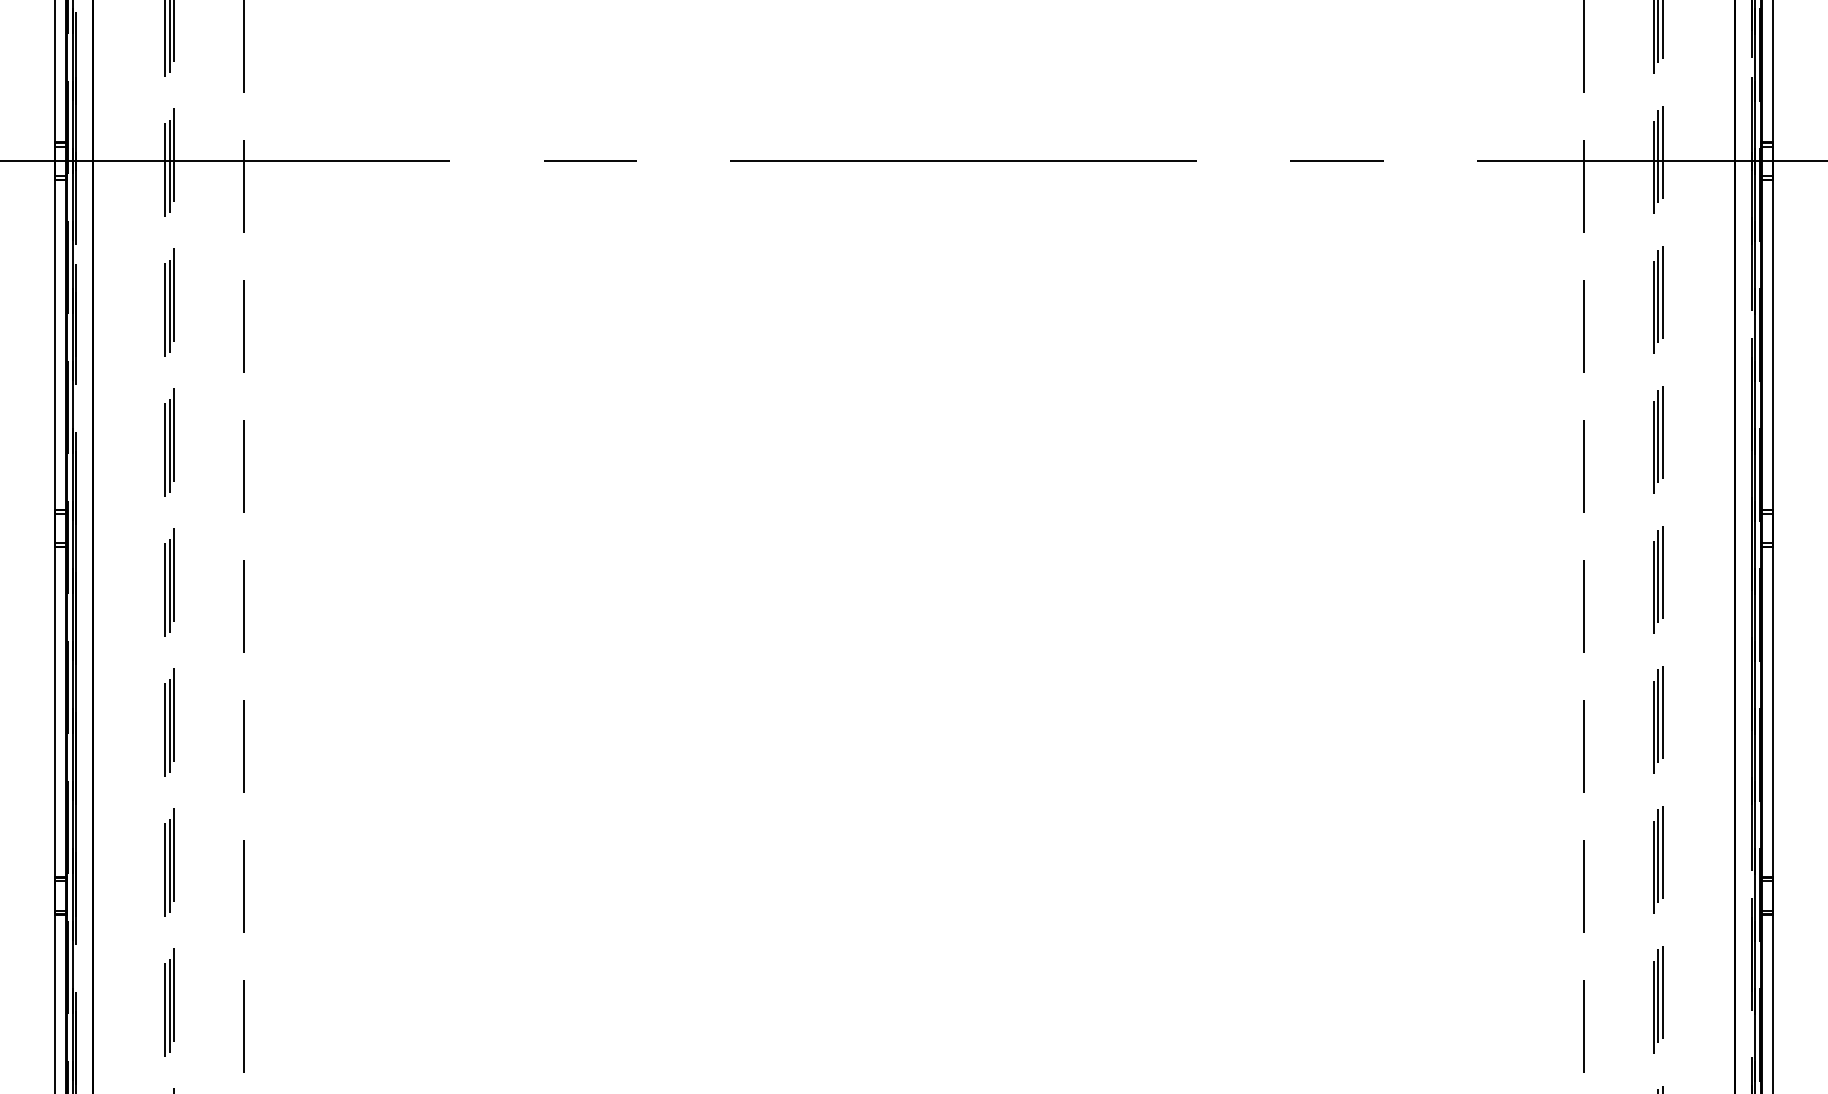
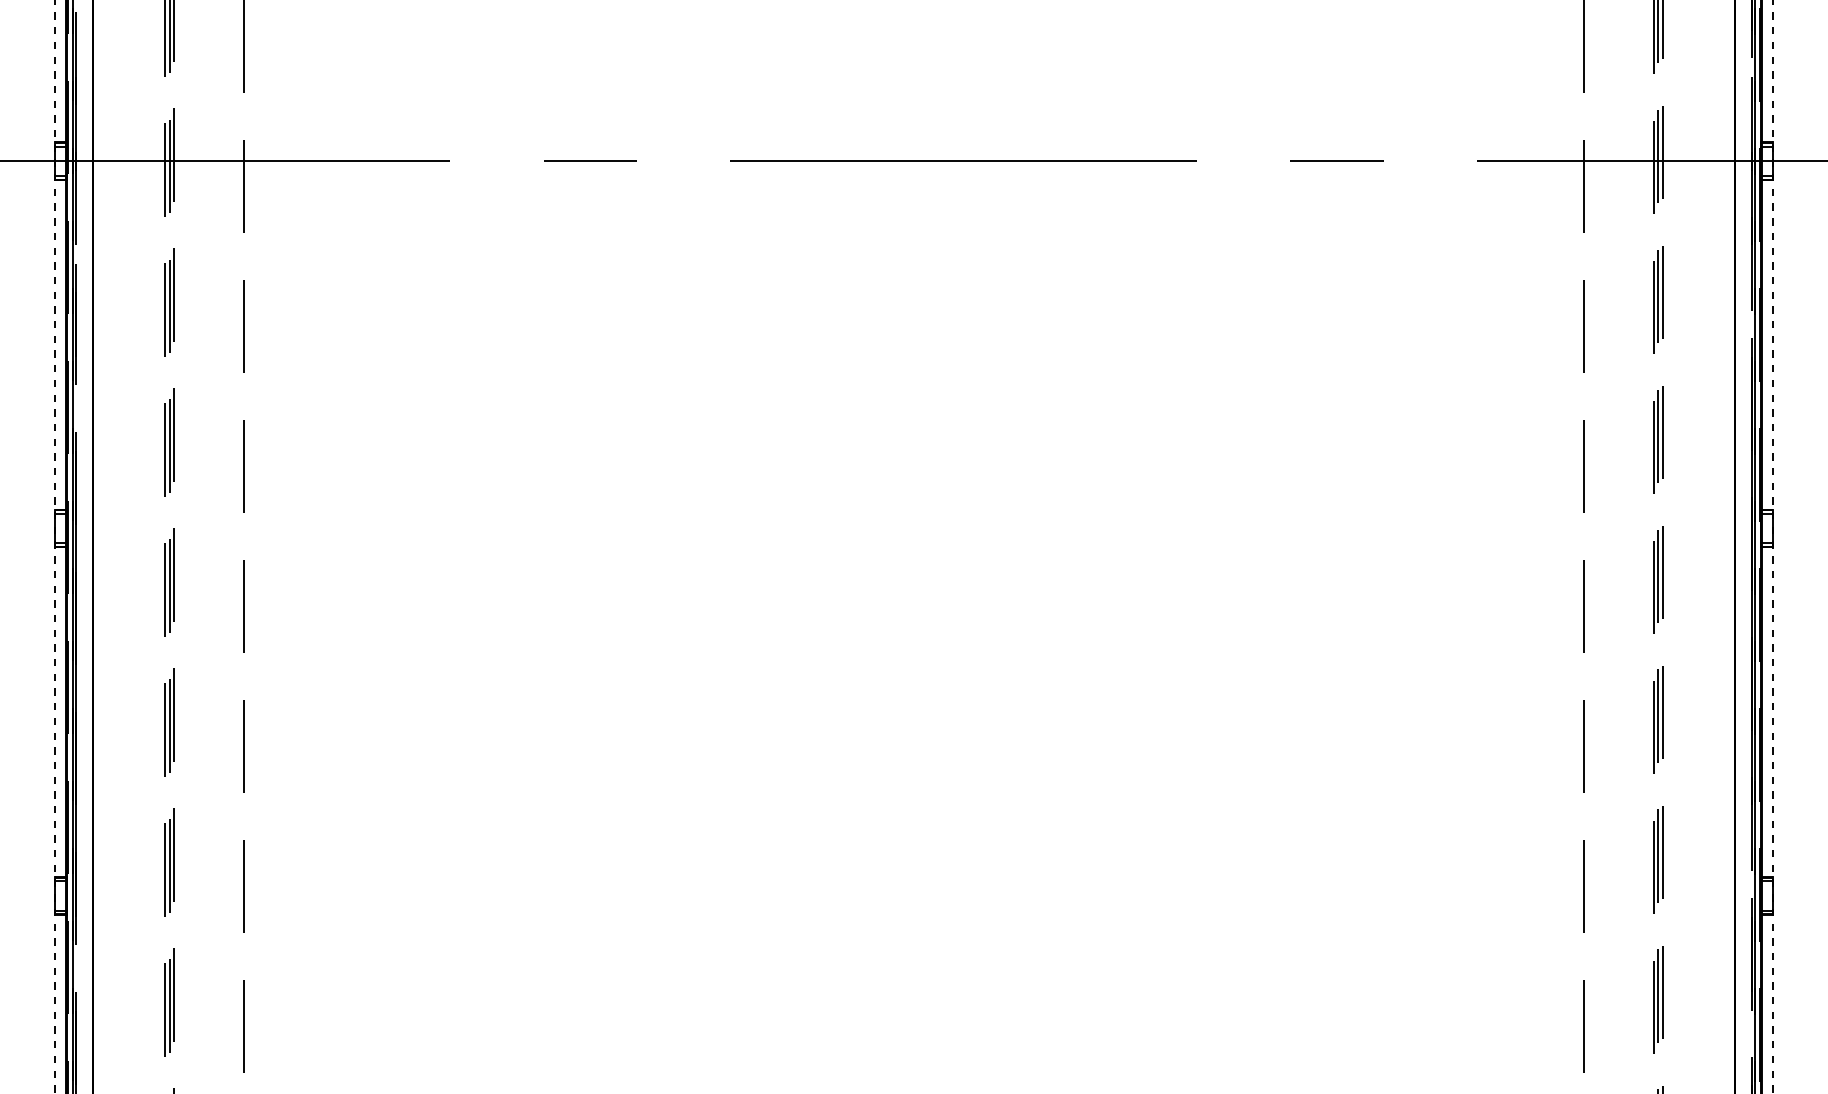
line at (55, 546): solid -> dashed
line at (1772, 546): solid -> dashed
